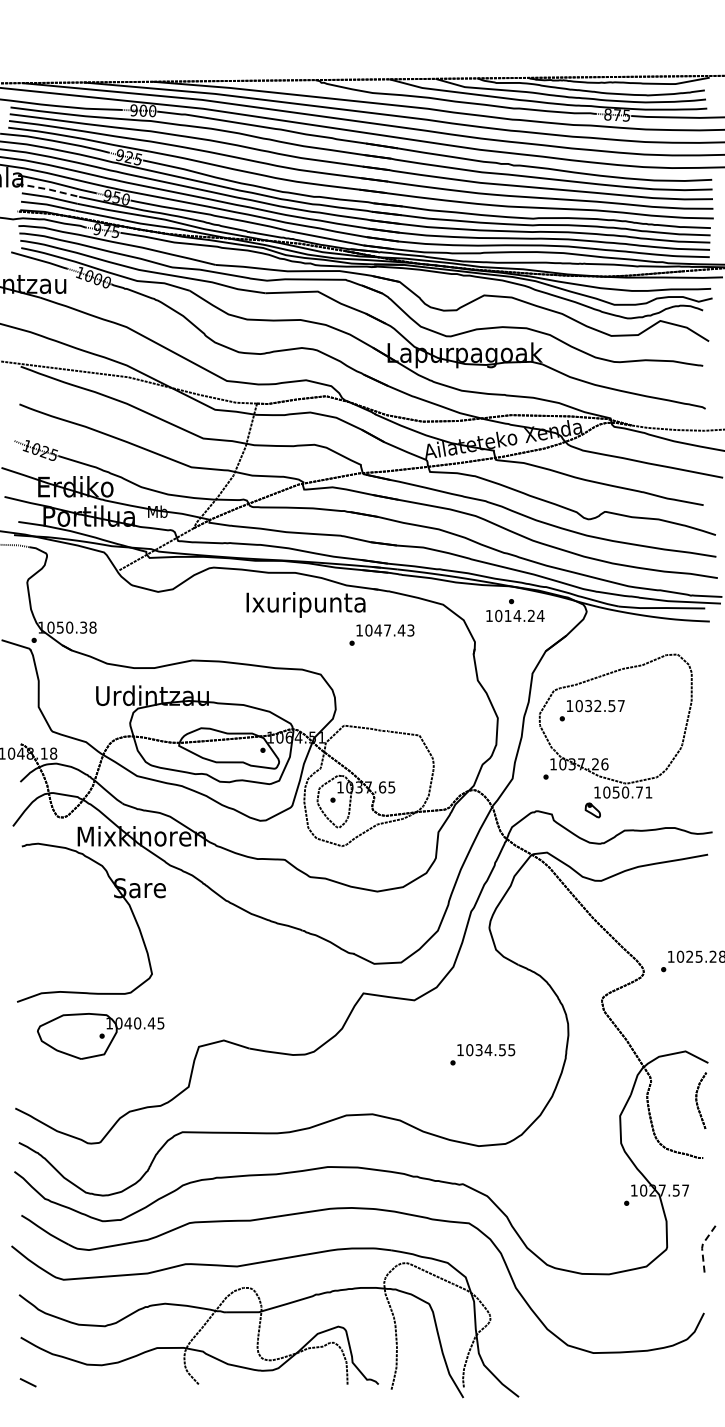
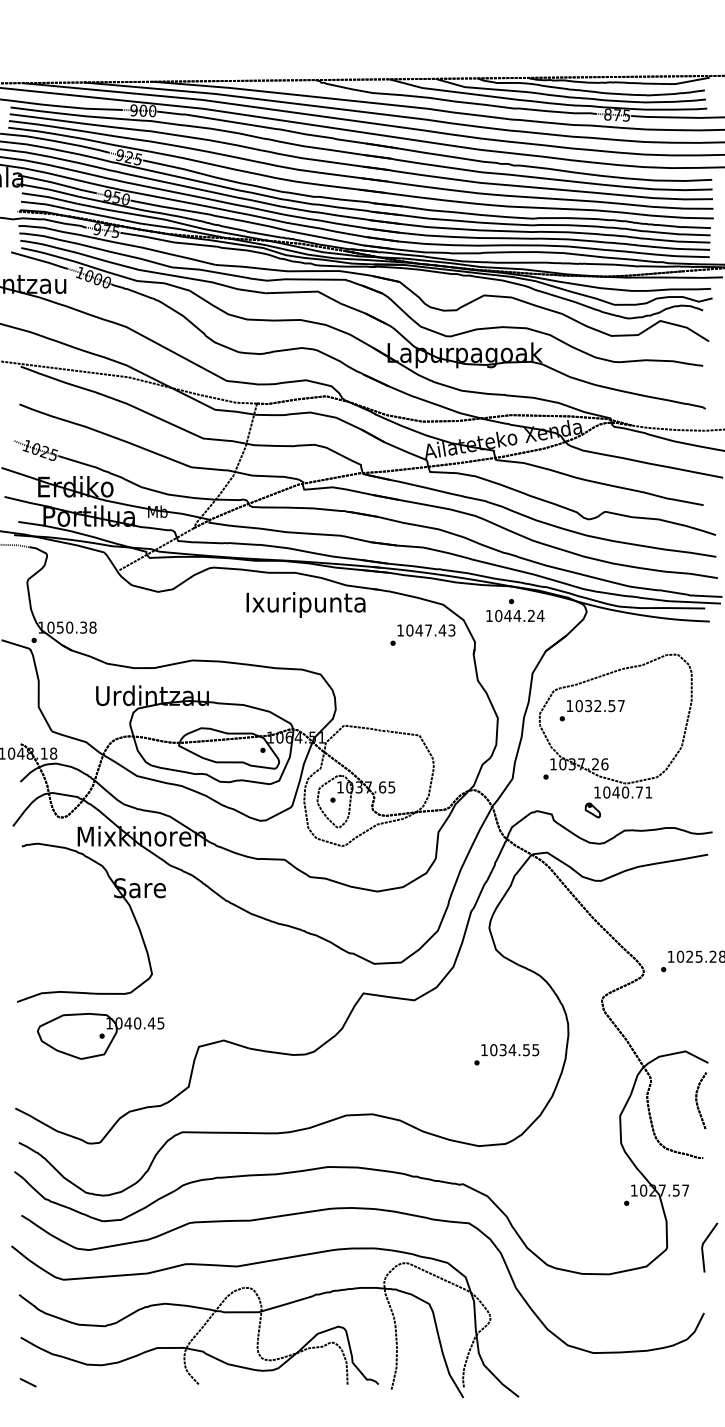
line at (47, 189): dashed -> solid
text at (507, 615): 1014.24 -> 1044.24
text at (381, 634) position: (381, 634) -> (422, 634)
text at (615, 792): 1050.71 -> 1040.71
text at (482, 1054) position: (482, 1054) -> (506, 1054)
line at (702, 1245): dashed -> solid
